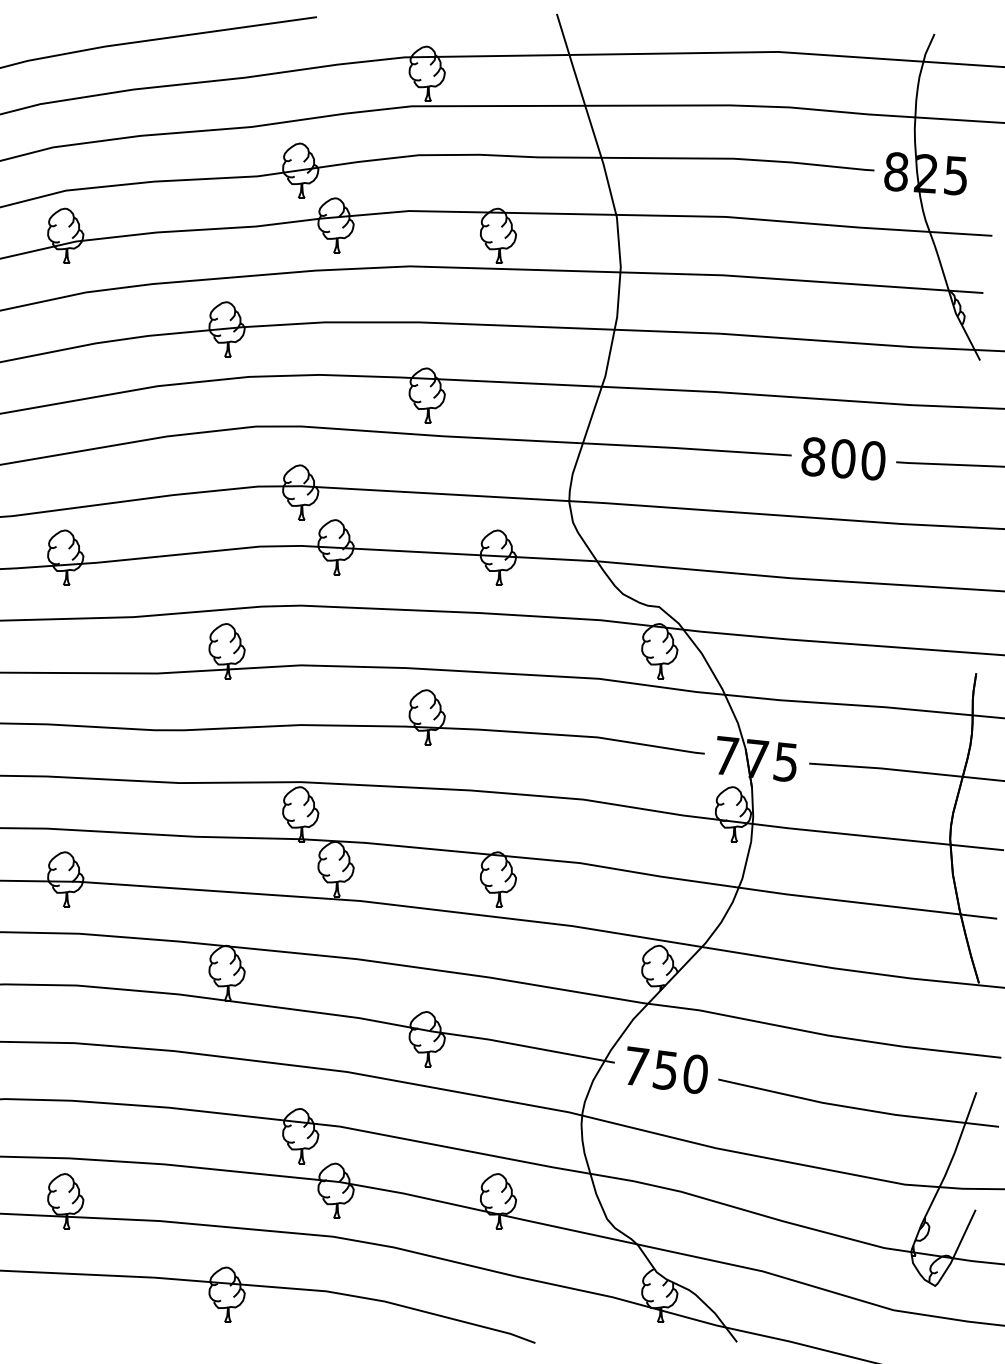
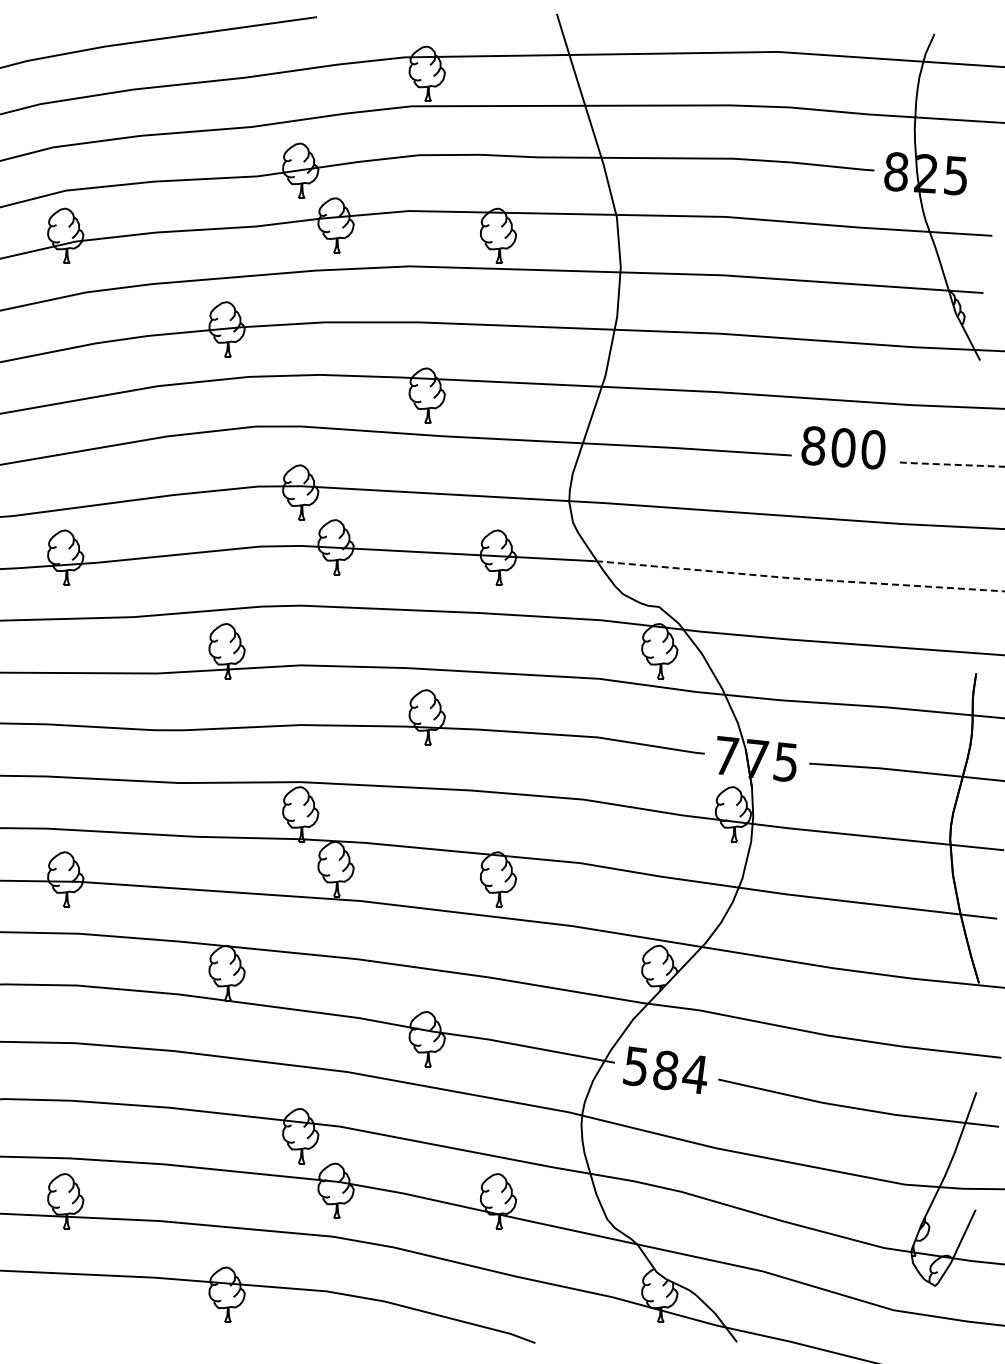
text at (843, 458) position: (843, 458) -> (843, 447)
line at (949, 464): solid -> dashed
line at (800, 578): solid -> dashed
text at (664, 1070): 750 -> 584
